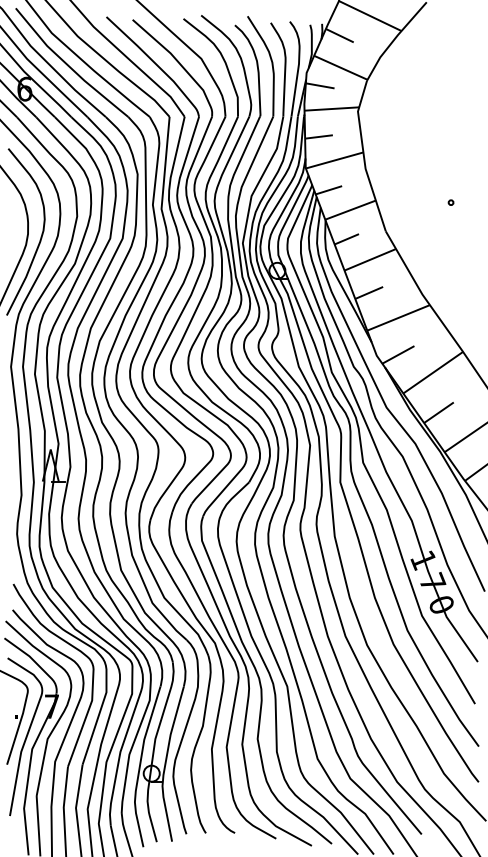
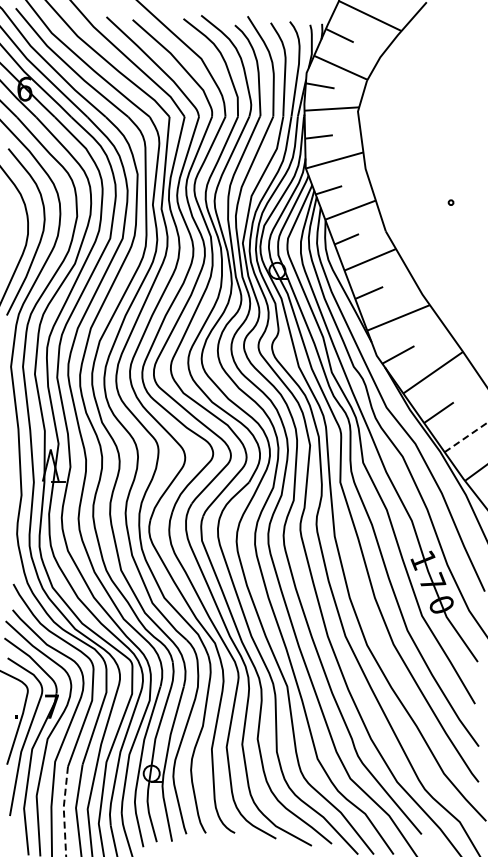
line at (466, 437): solid -> dashed
line at (63, 811): solid -> dashed
